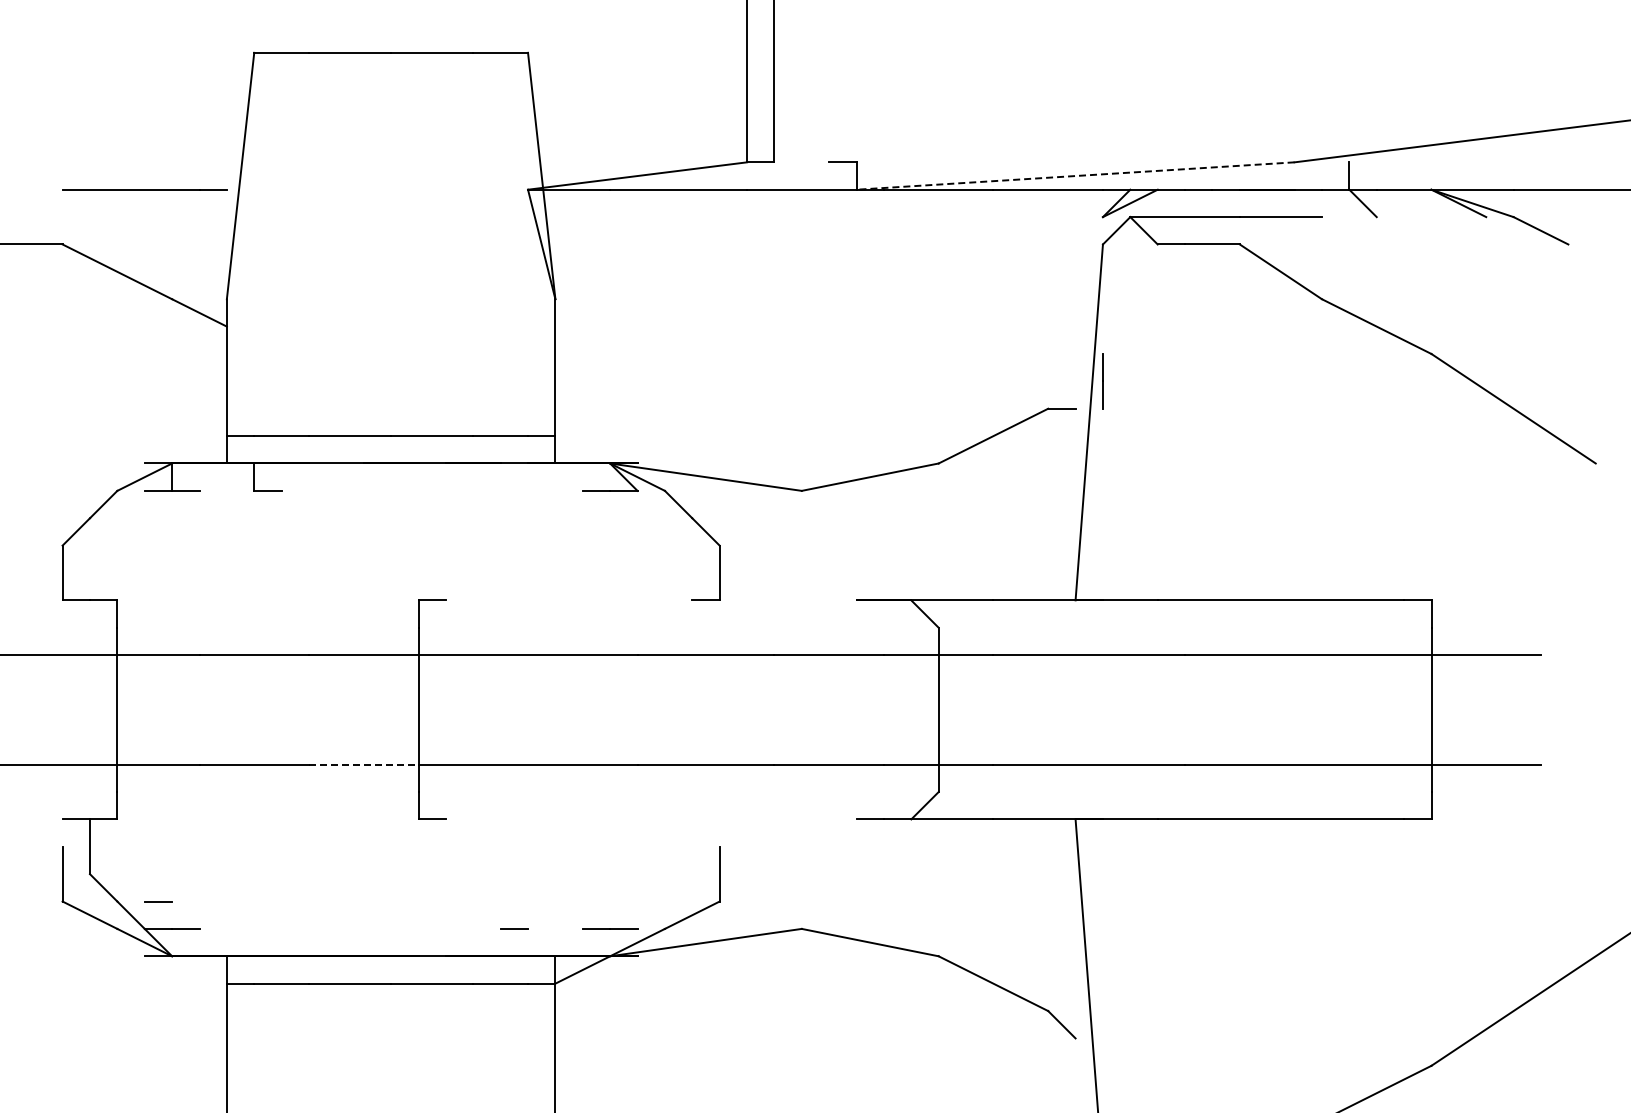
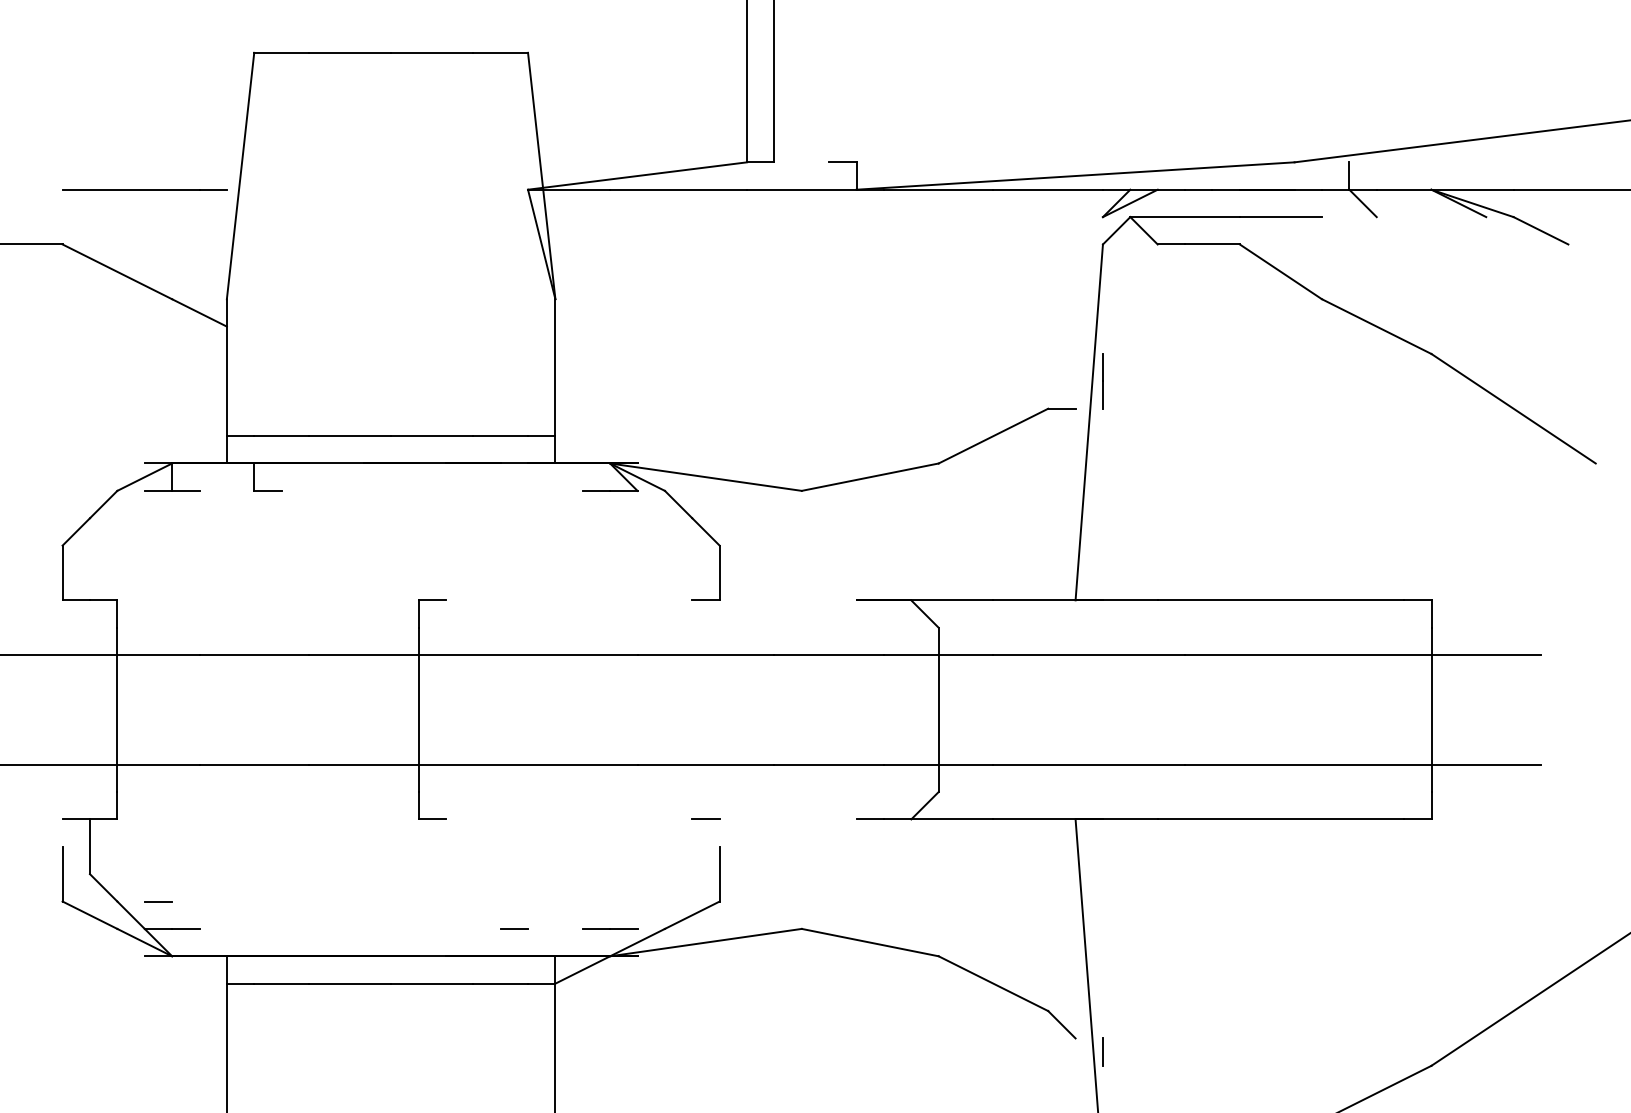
line at (1075, 176): dashed -> solid
line at (363, 764): dashed -> solid
line at (705, 819): none -> present
line at (1102, 1051): none -> present
